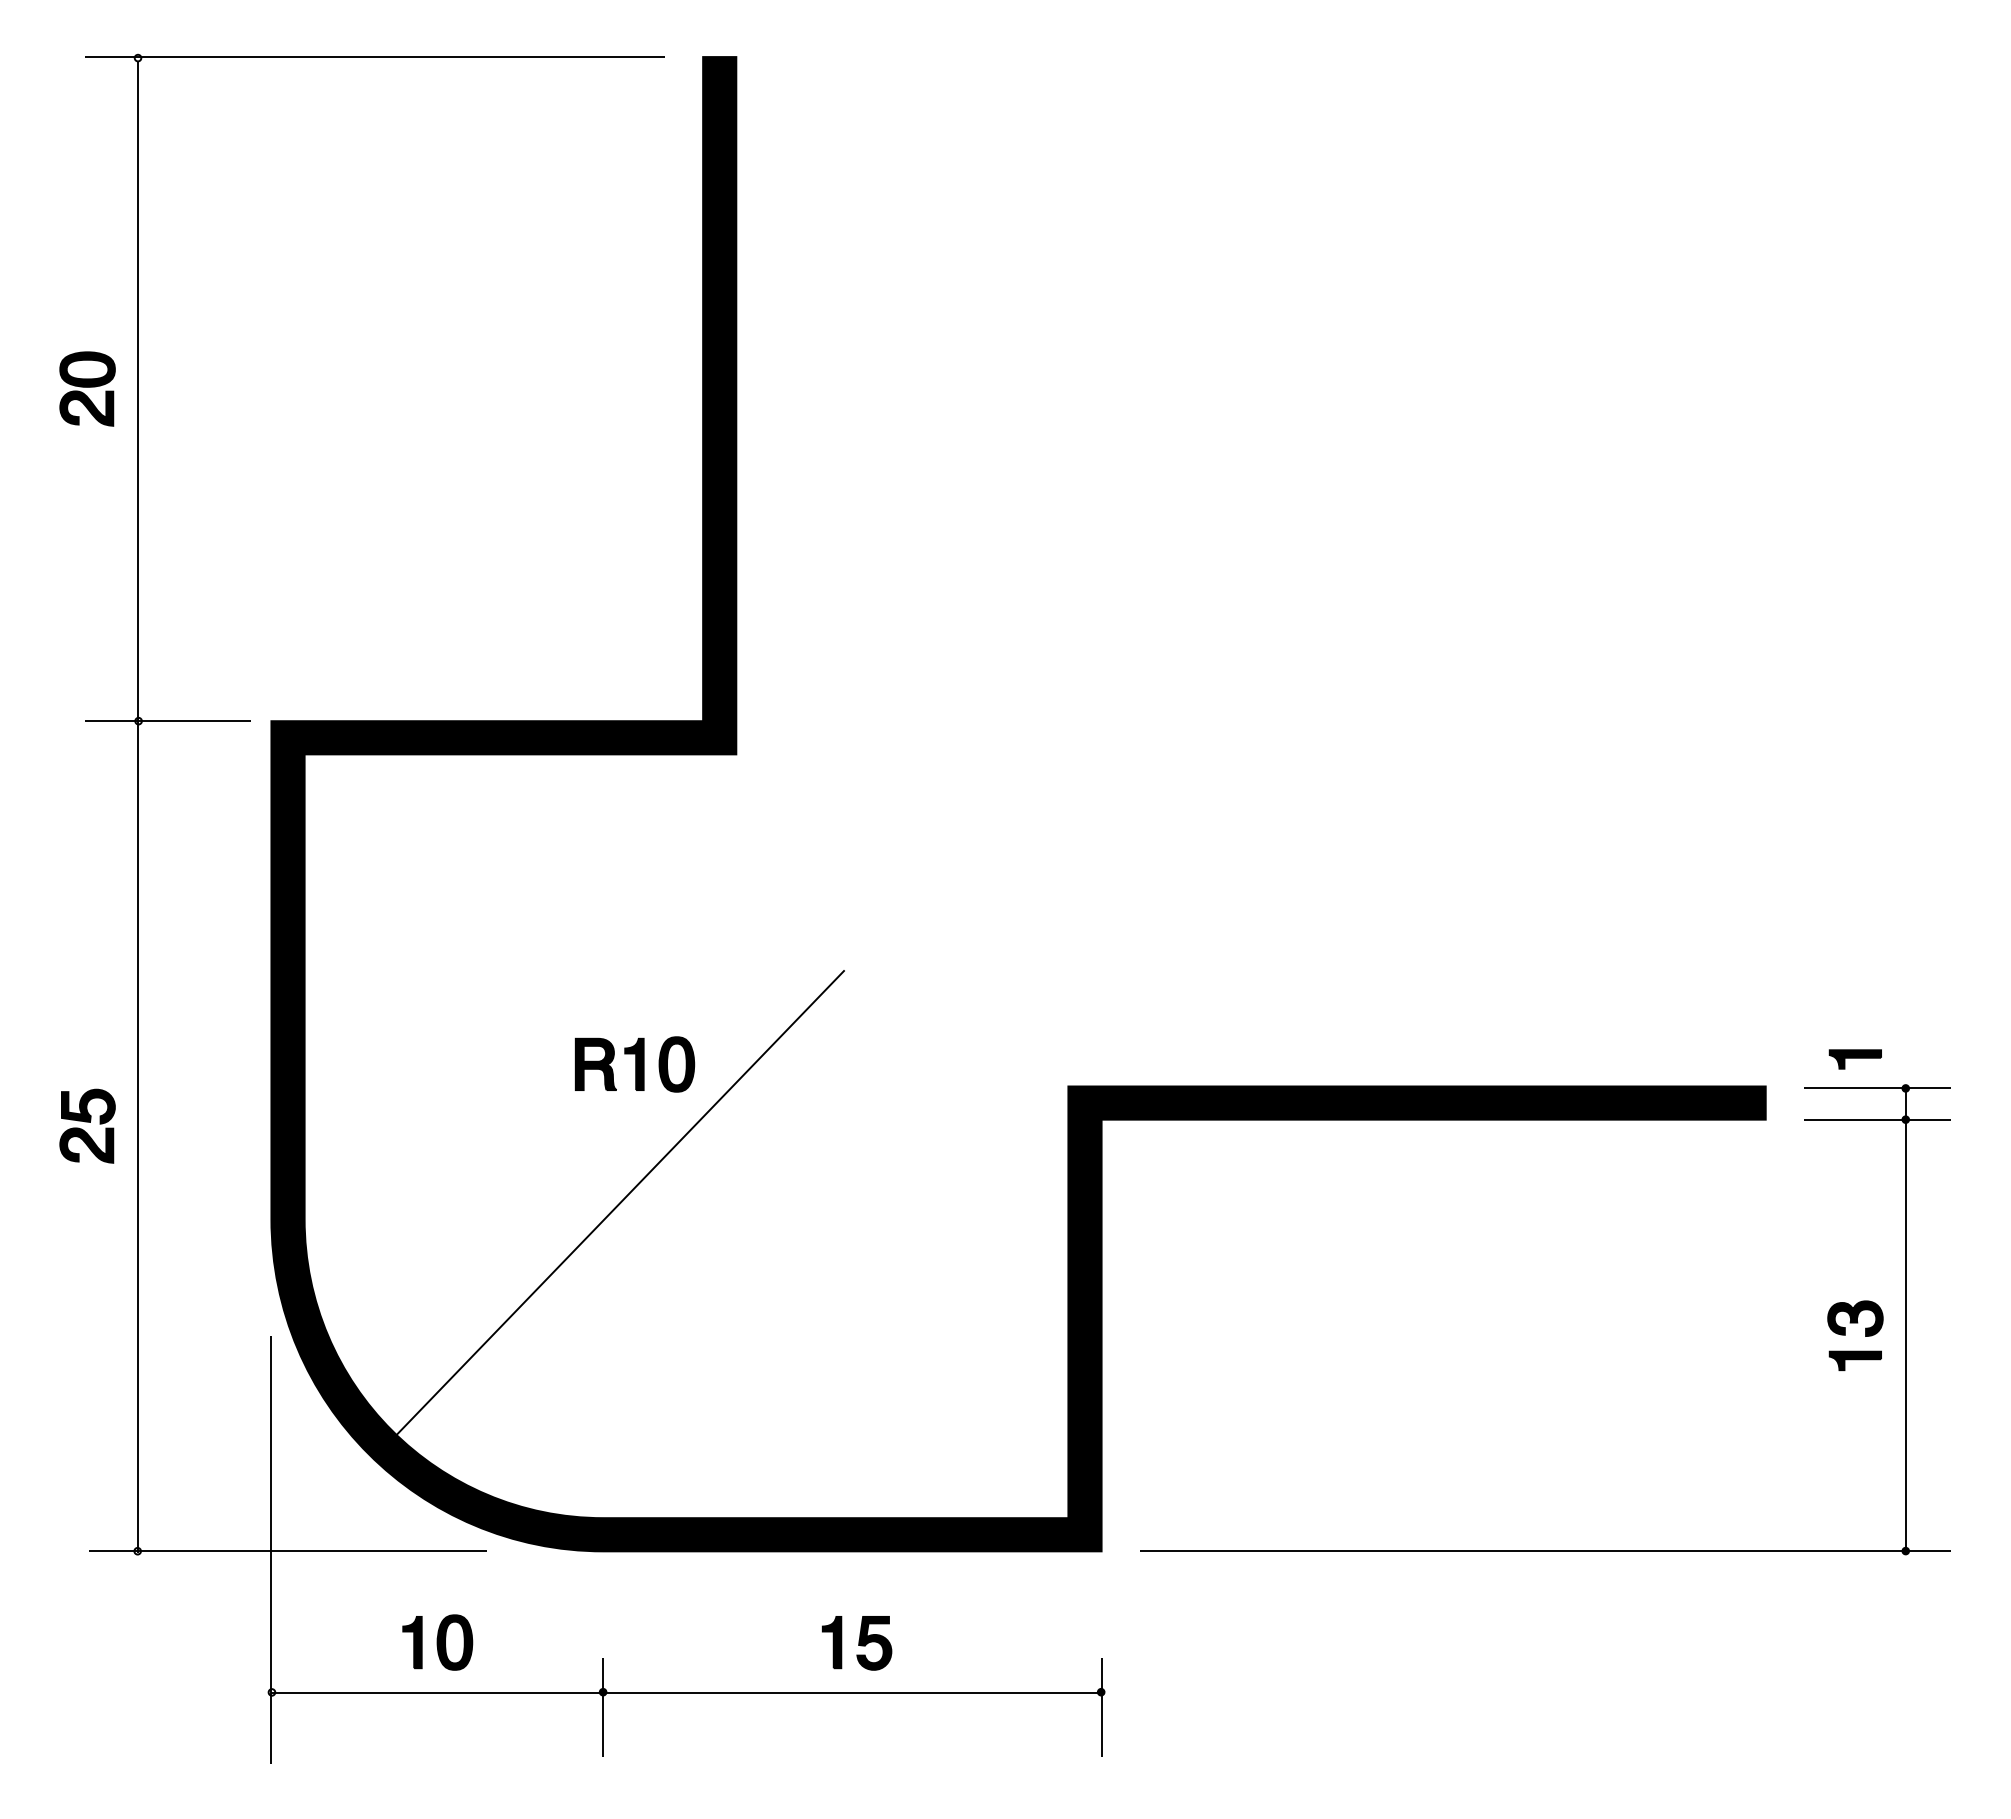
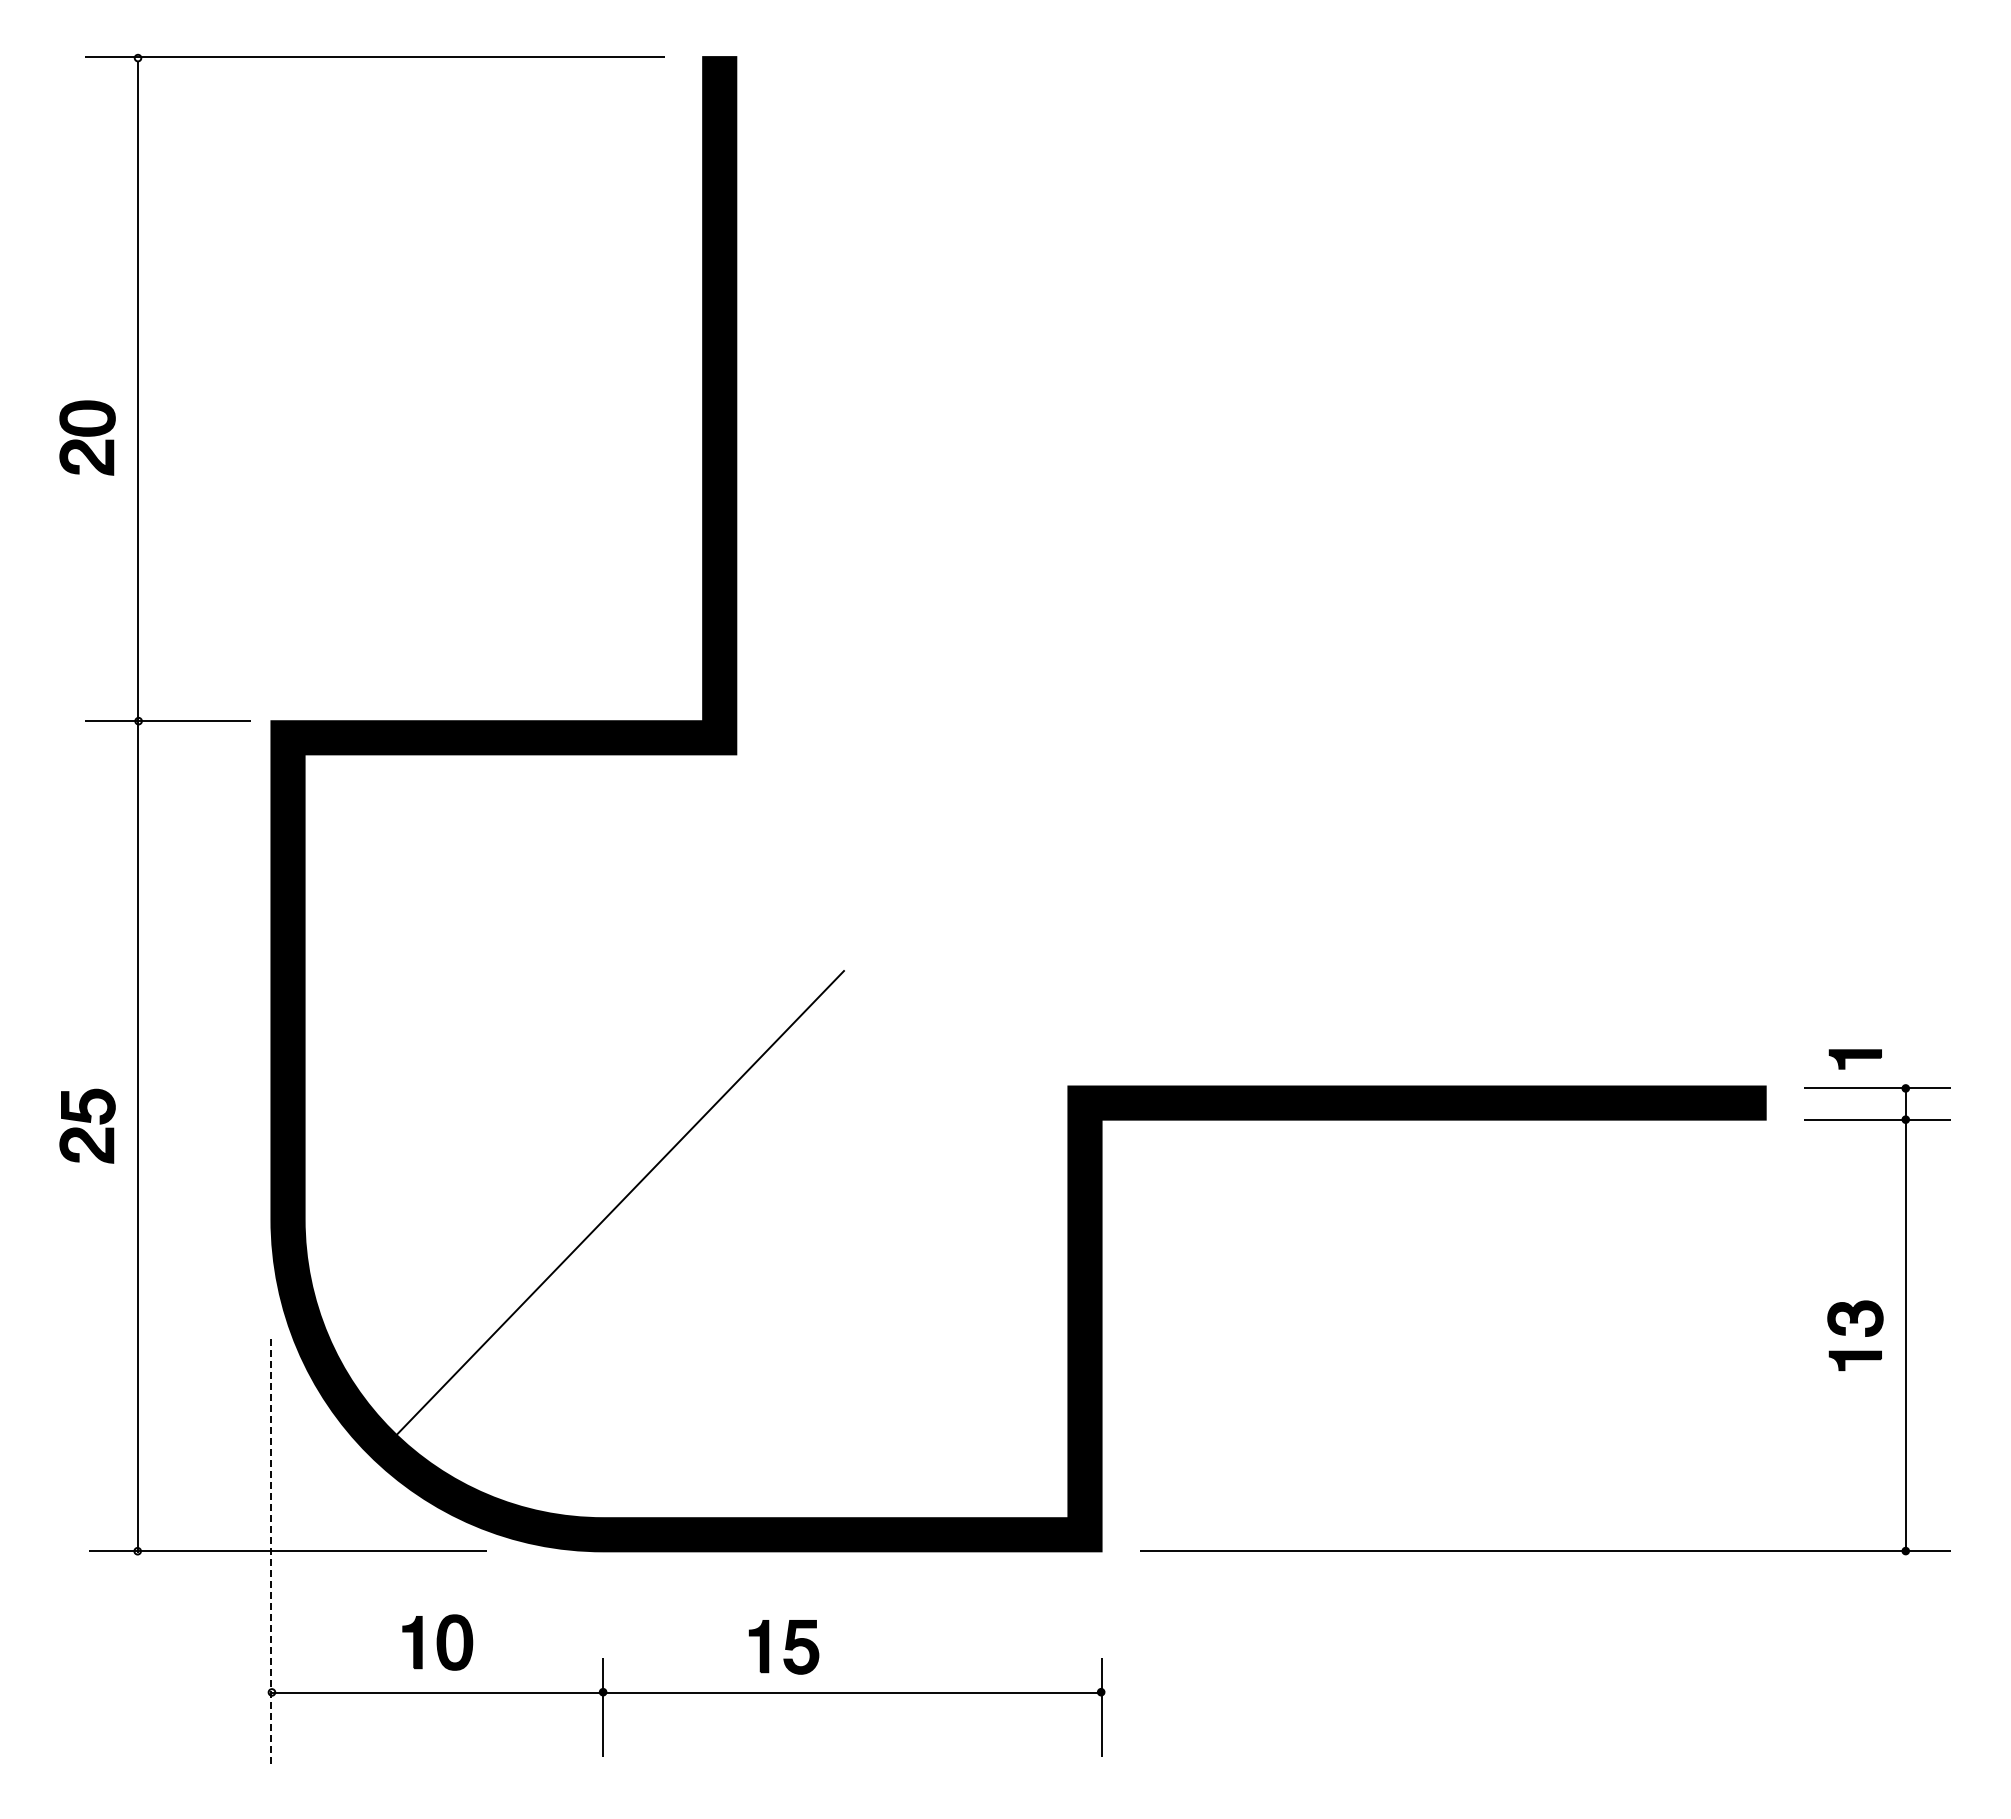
part at (87, 388) position: (87, 388) -> (87, 437)
part at (634, 1064): present -> none
line at (271, 1549): solid -> dashed
part at (856, 1643) position: (856, 1643) -> (783, 1647)
